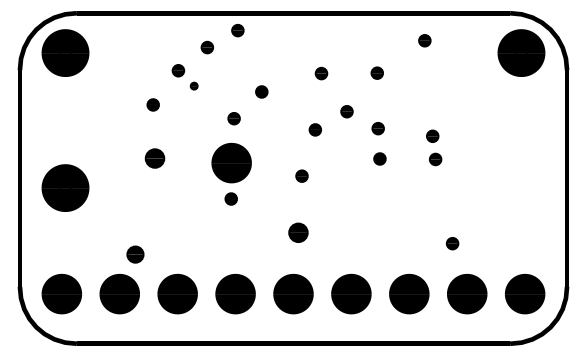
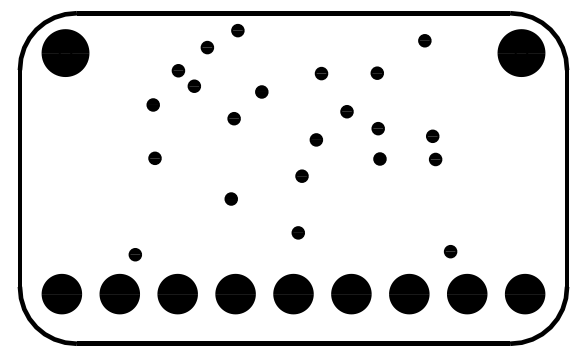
part at (193, 85) size: 10x10 px -> 14x14 px
part at (314, 129) position: (314, 129) -> (315, 139)
part at (154, 158) size: 22x21 px -> 14x14 px
part at (231, 162): present -> none
part at (65, 187): present -> none
part at (298, 232) size: 21x21 px -> 14x14 px
part at (452, 243) position: (452, 243) -> (450, 251)
part at (135, 254) size: 19x19 px -> 14x14 px
